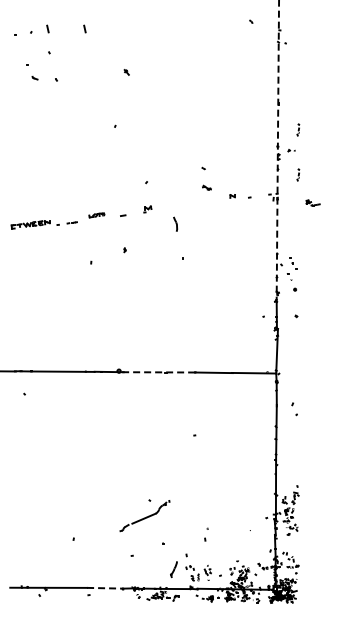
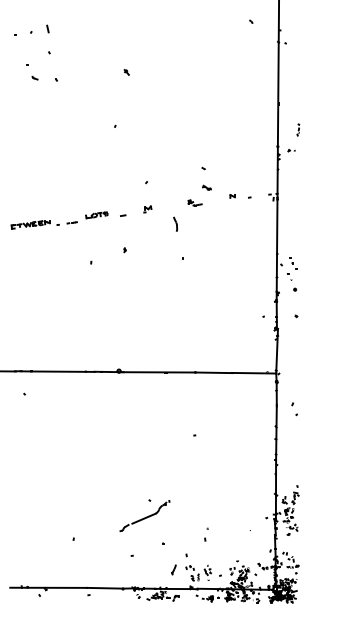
line at (84, 28): present -> none
line at (277, 150): dashed -> solid
part at (298, 174): present -> none
part at (312, 202) position: (312, 202) -> (194, 202)
part at (96, 215) size: 18x7 px -> 24x9 px
line at (158, 372): dashed -> solid
part at (173, 569) size: 8x18 px -> 6x12 px
line at (105, 588): dashed -> solid
